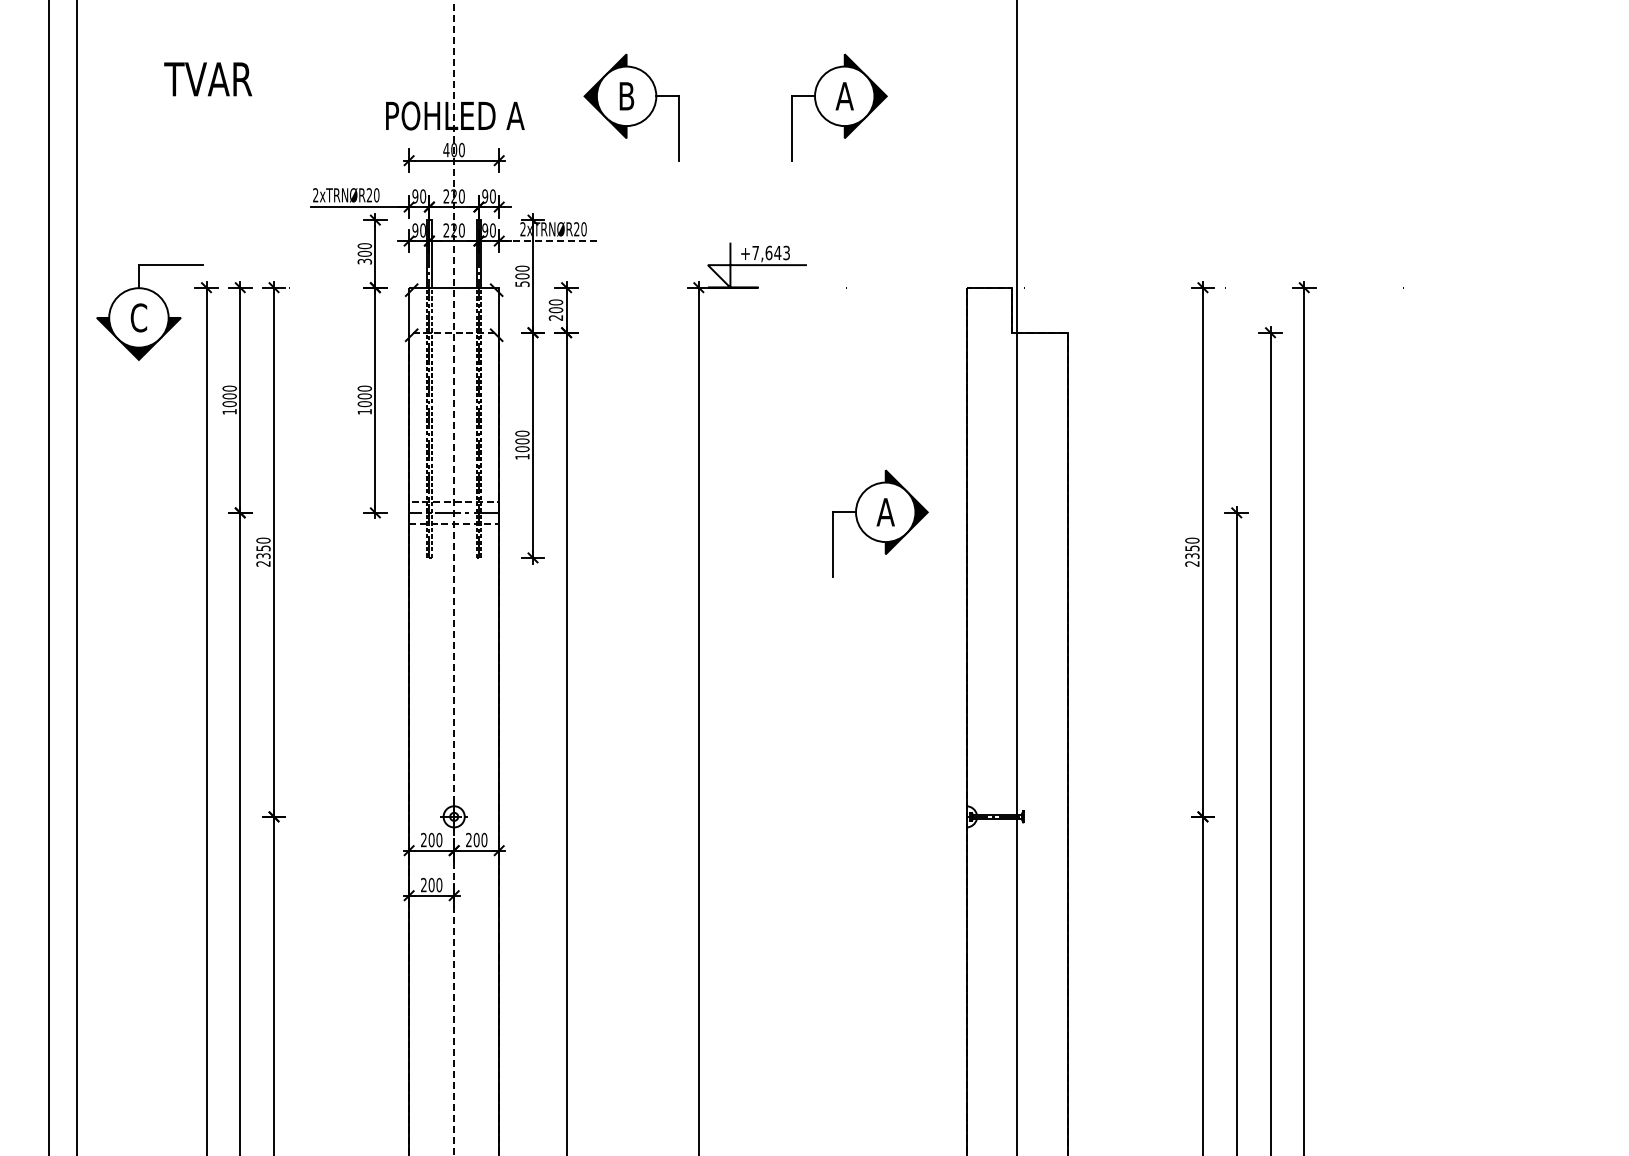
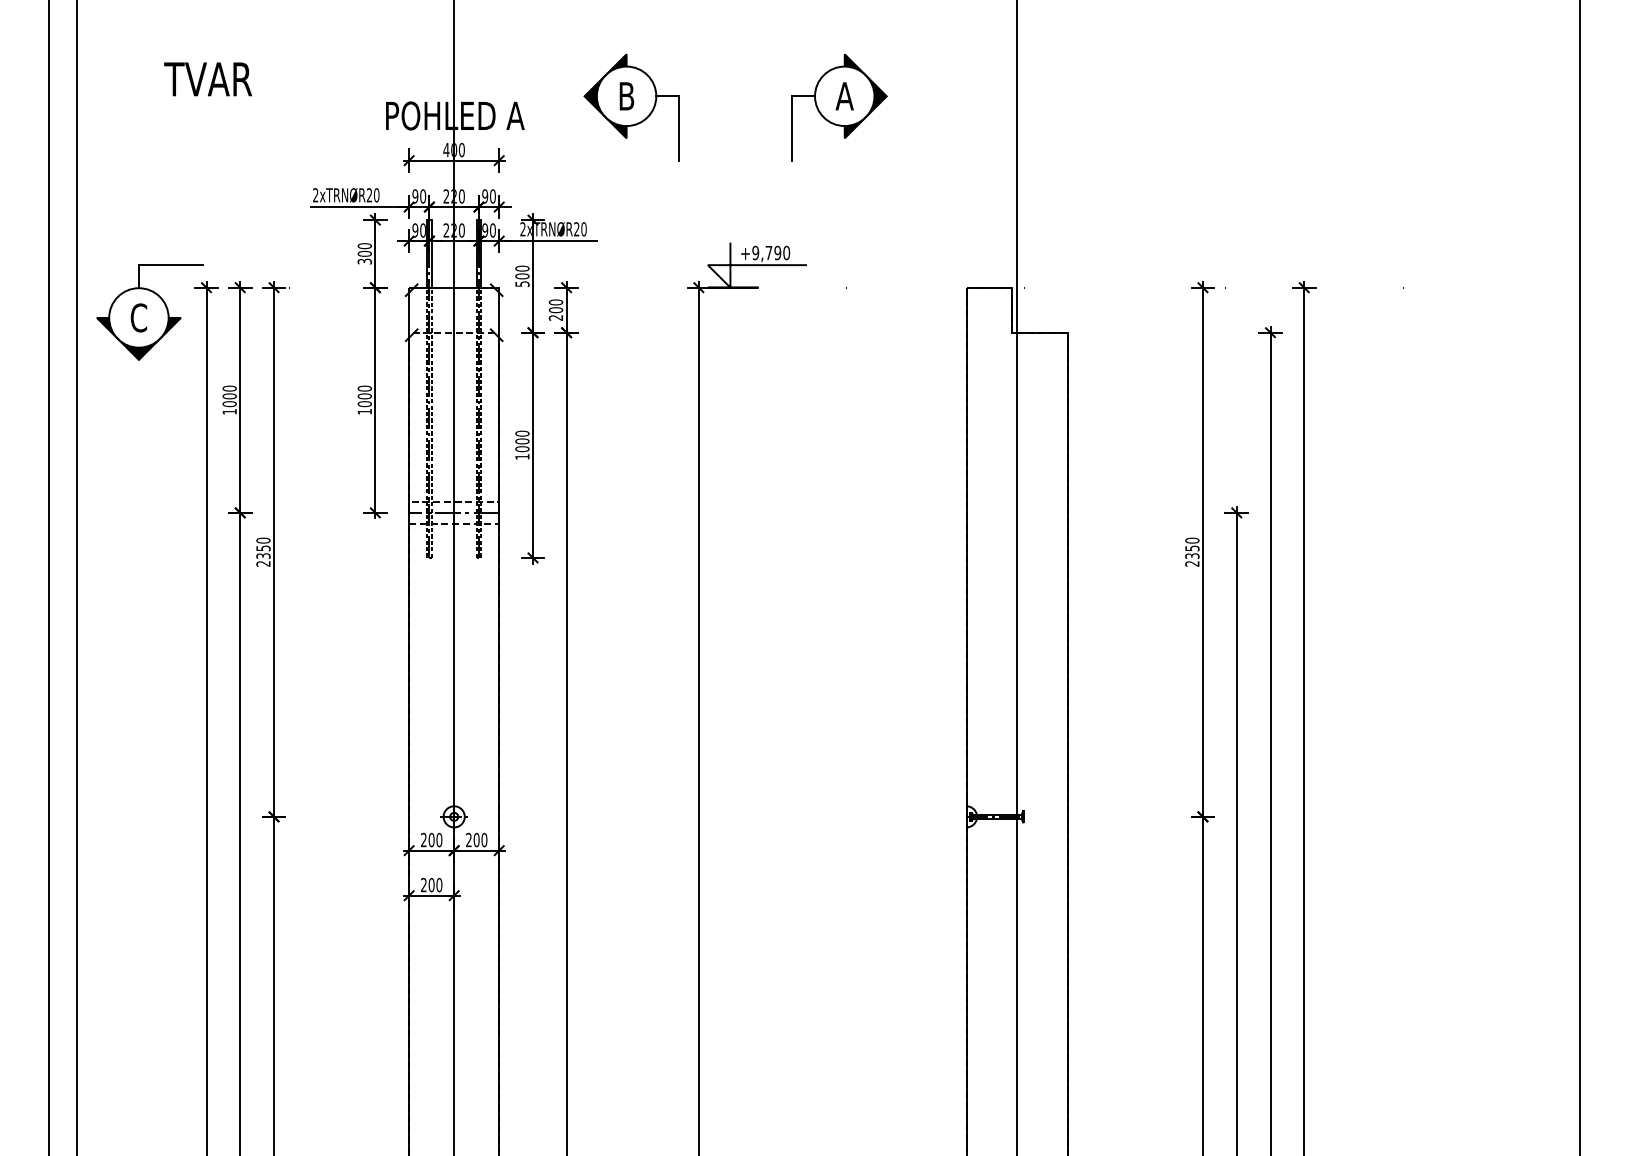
line at (548, 241): dashed -> solid
text at (771, 252): +7,643 -> +9,790
part at (880, 523): present -> none
line at (1580, 577): none -> present
line at (454, 578): dashed -> solid
